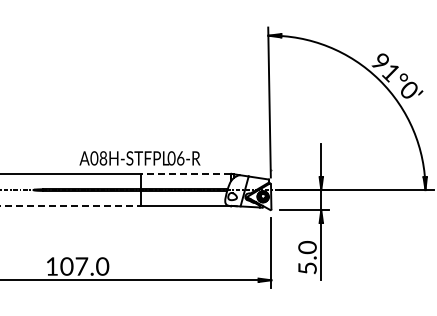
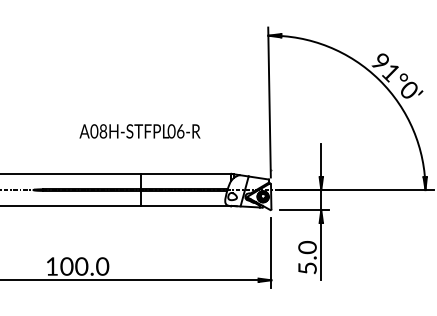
text at (139, 158) position: (139, 158) -> (139, 131)
line at (186, 173): dashed -> solid
line at (71, 206): dashed -> solid
text at (81, 266): 107.0 -> 100.0
